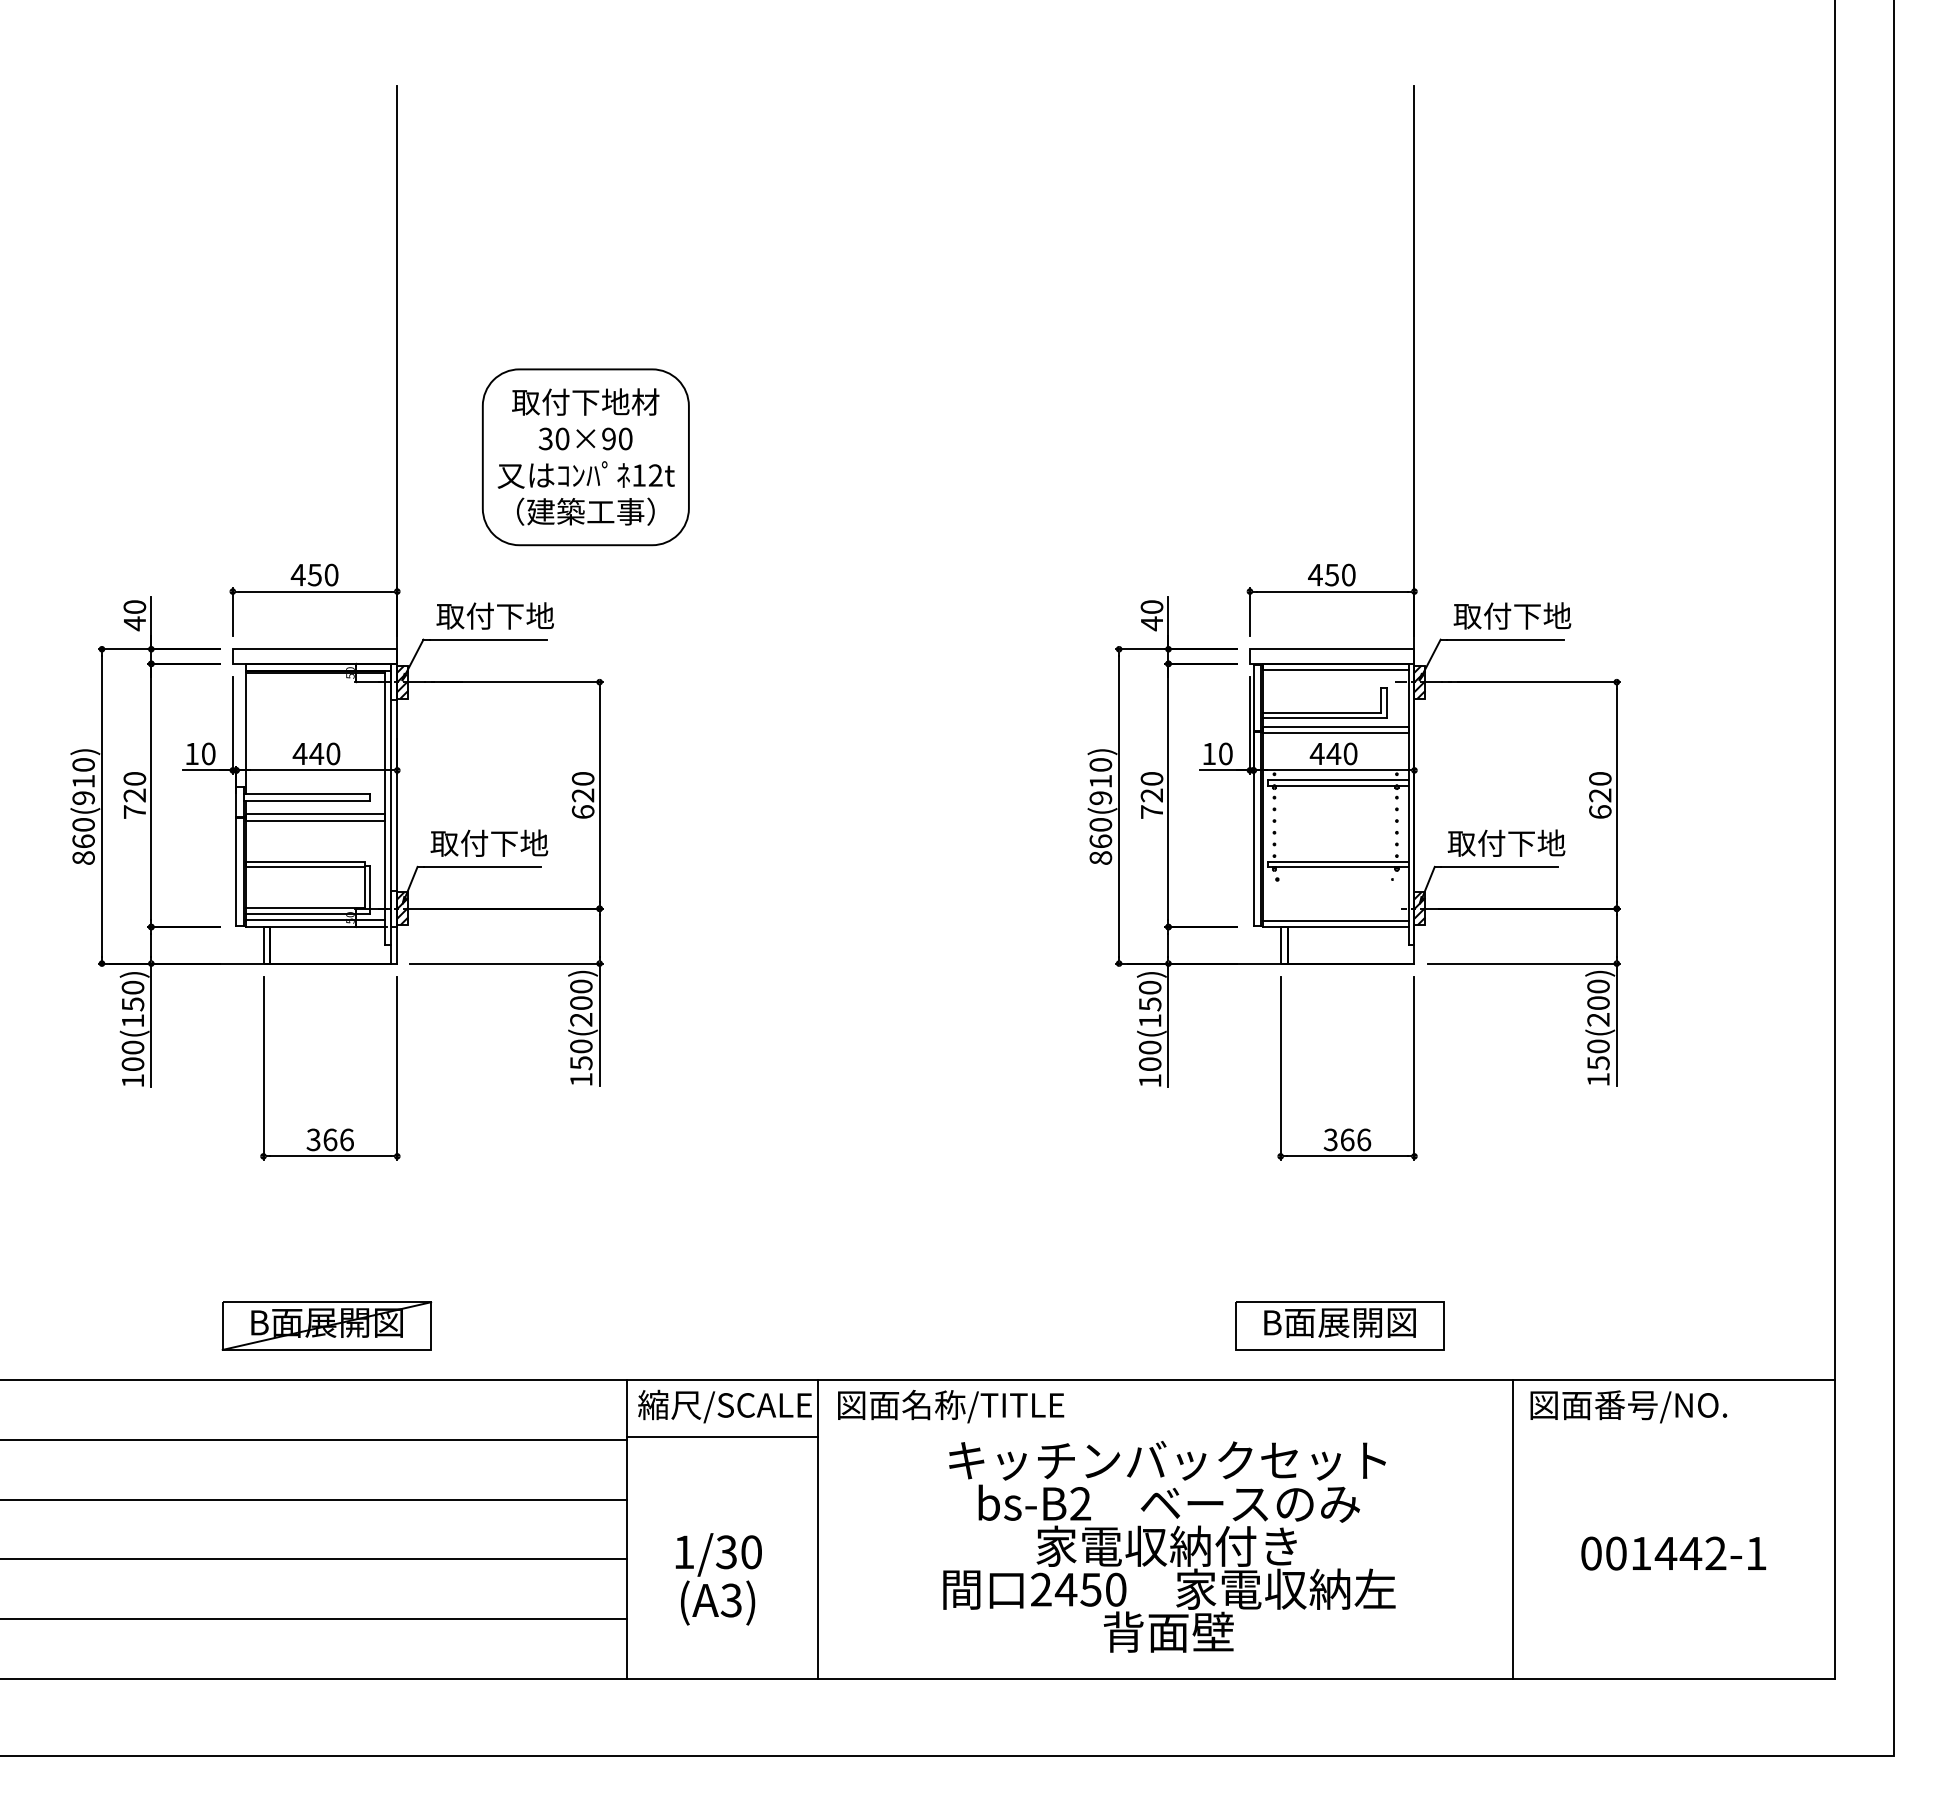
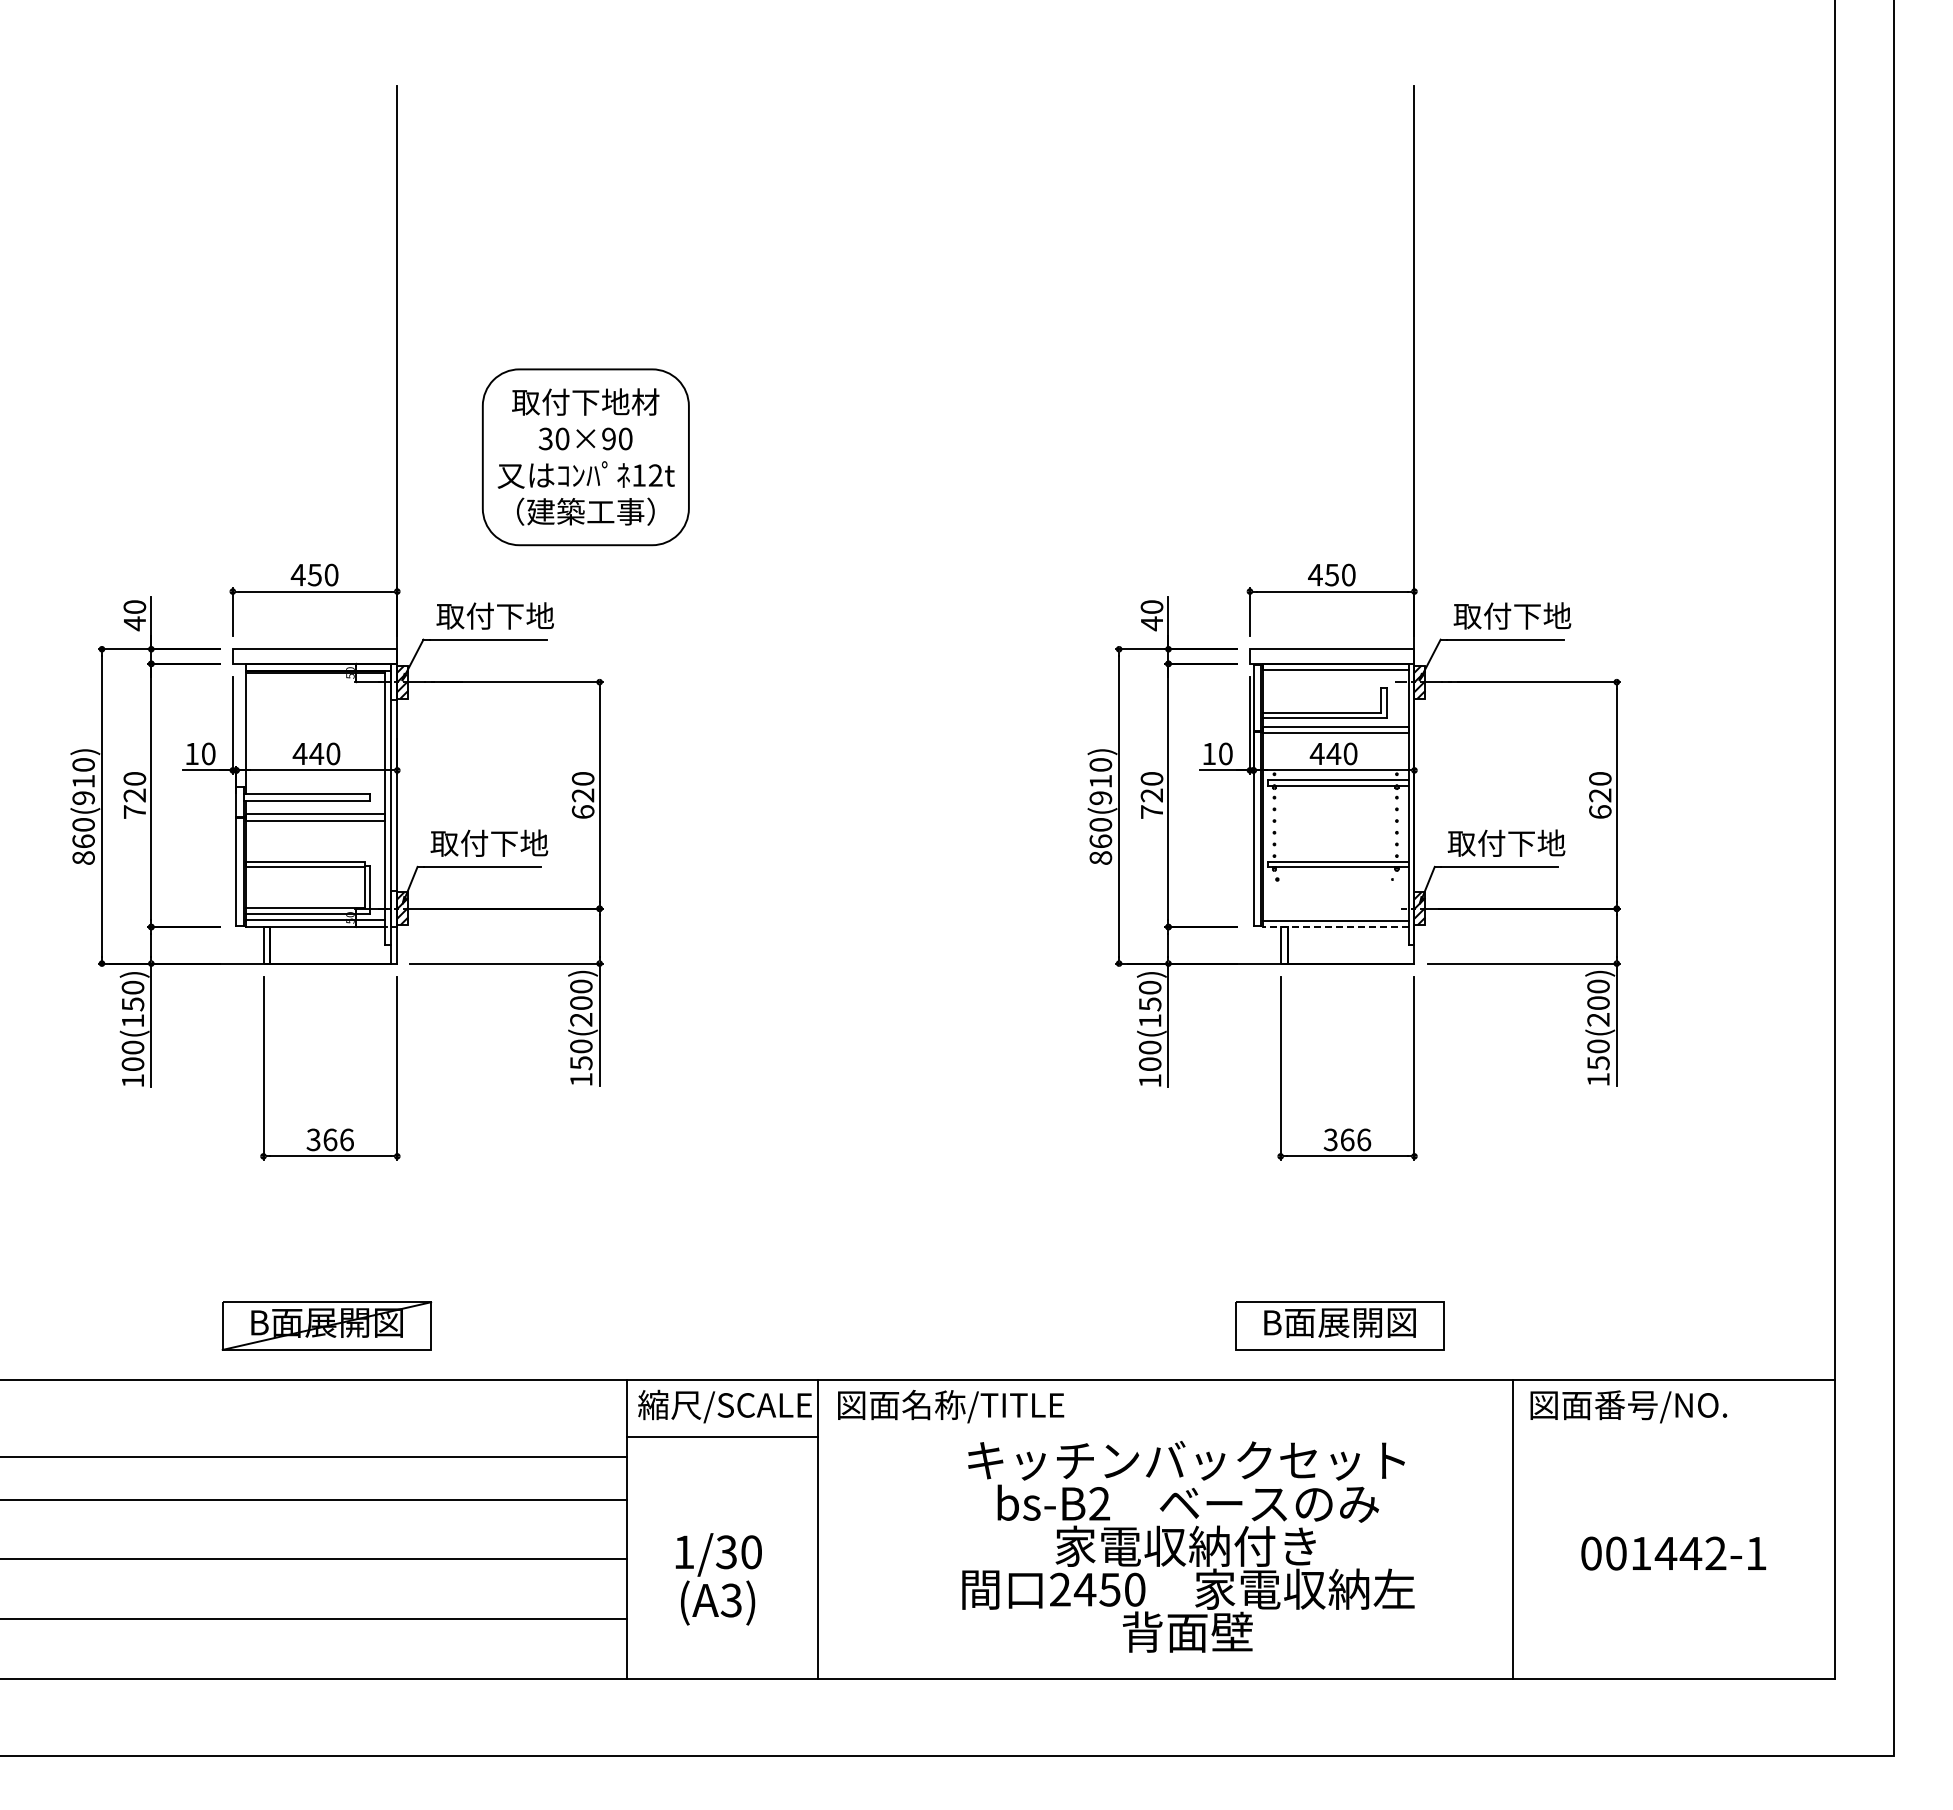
line at (1335, 927): solid -> dashed
line at (314, 1439) position: (314, 1439) -> (314, 1456)
text at (1169, 1546) position: (1169, 1546) -> (1188, 1546)
